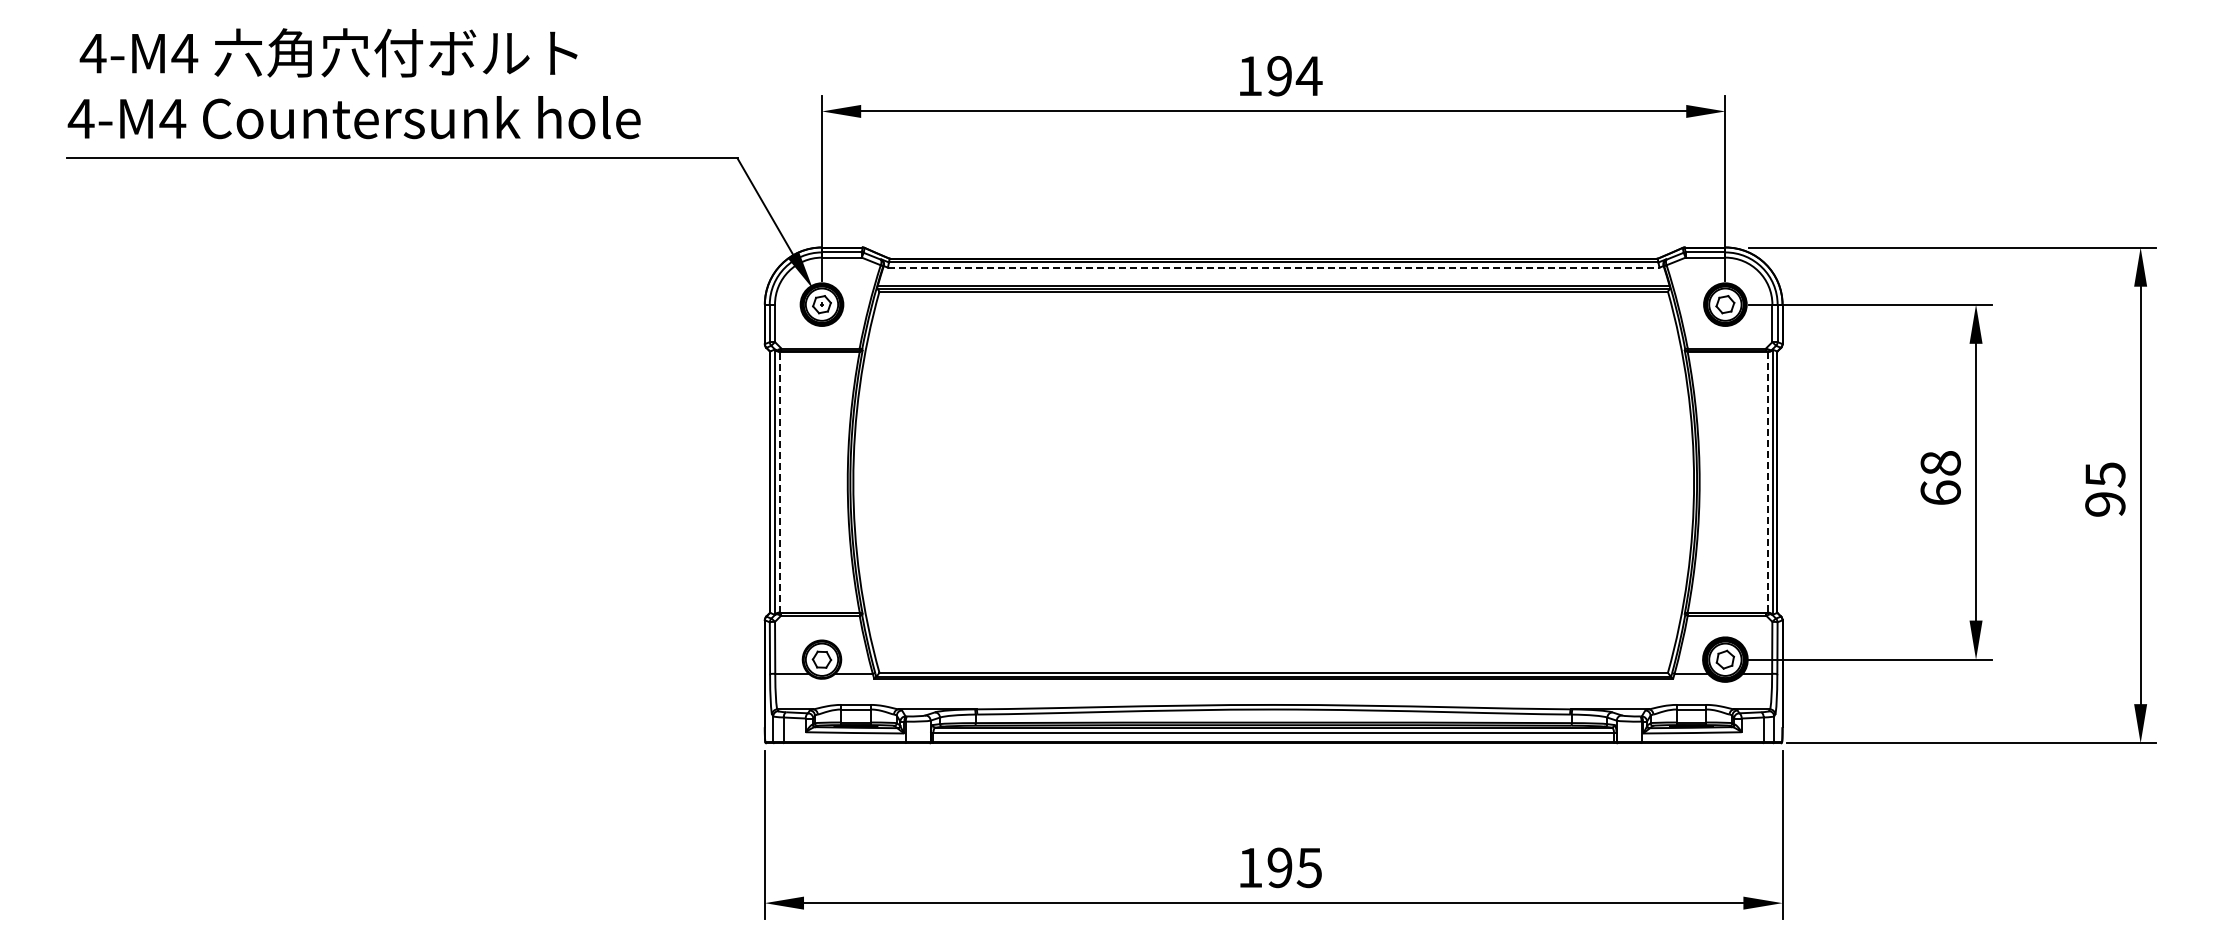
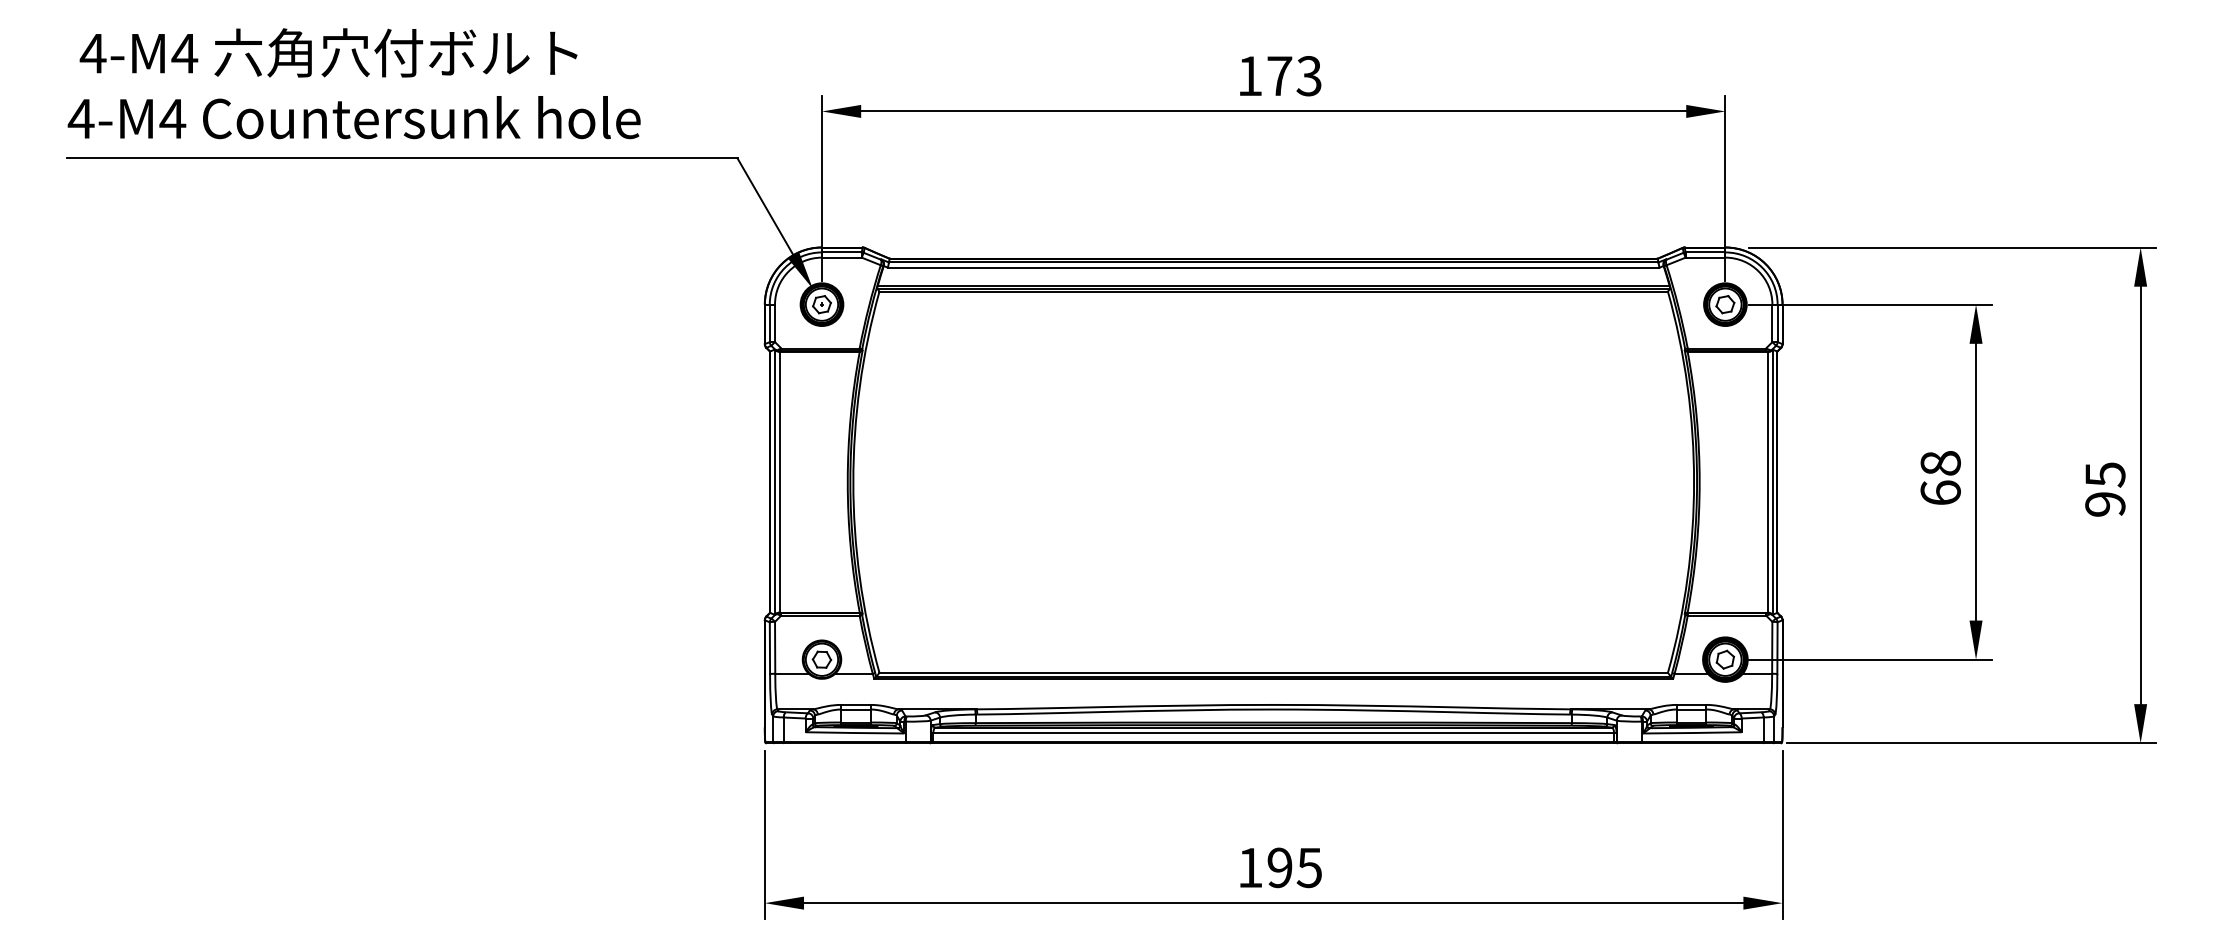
text at (1294, 76): 194 -> 173
line at (1273, 267): dashed -> solid
line at (779, 482): dashed -> solid
line at (1767, 482): dashed -> solid
